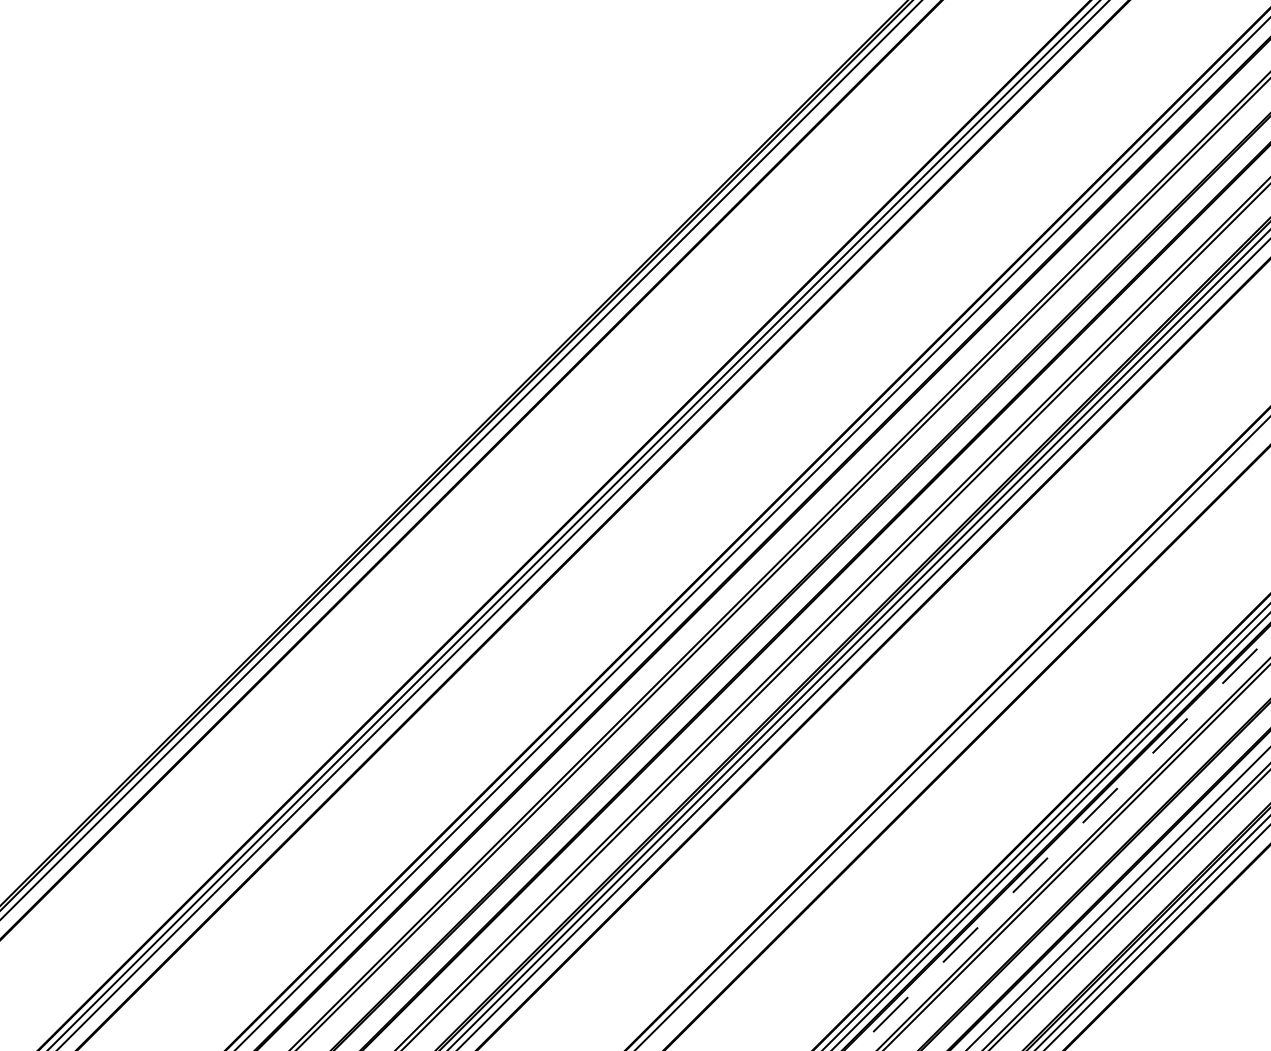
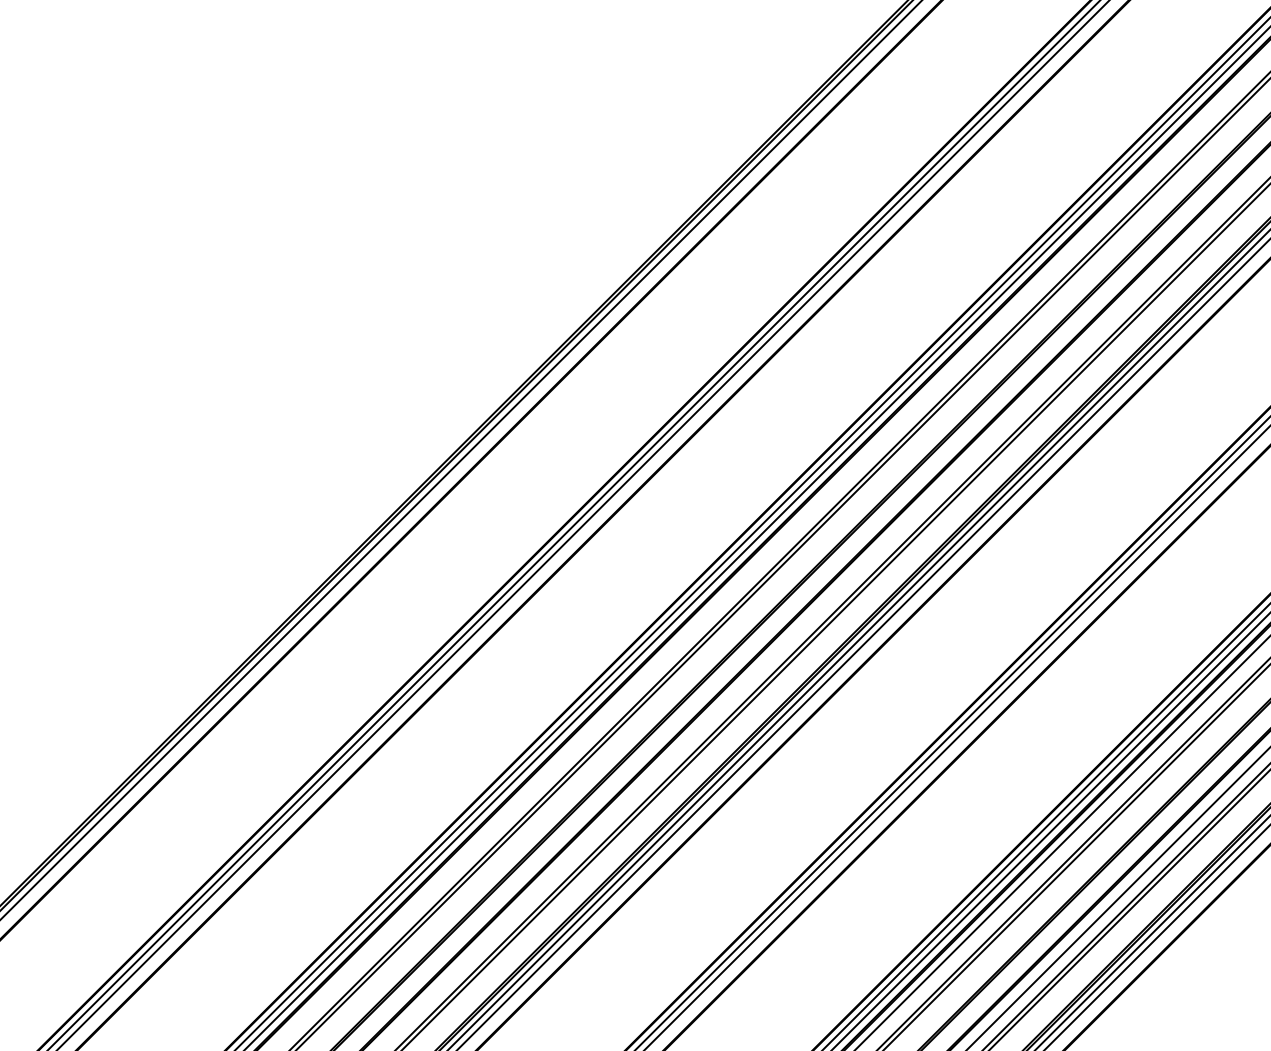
line at (757, 538): none -> present
line at (957, 737): none -> present
line at (1062, 843): dashed -> solid
